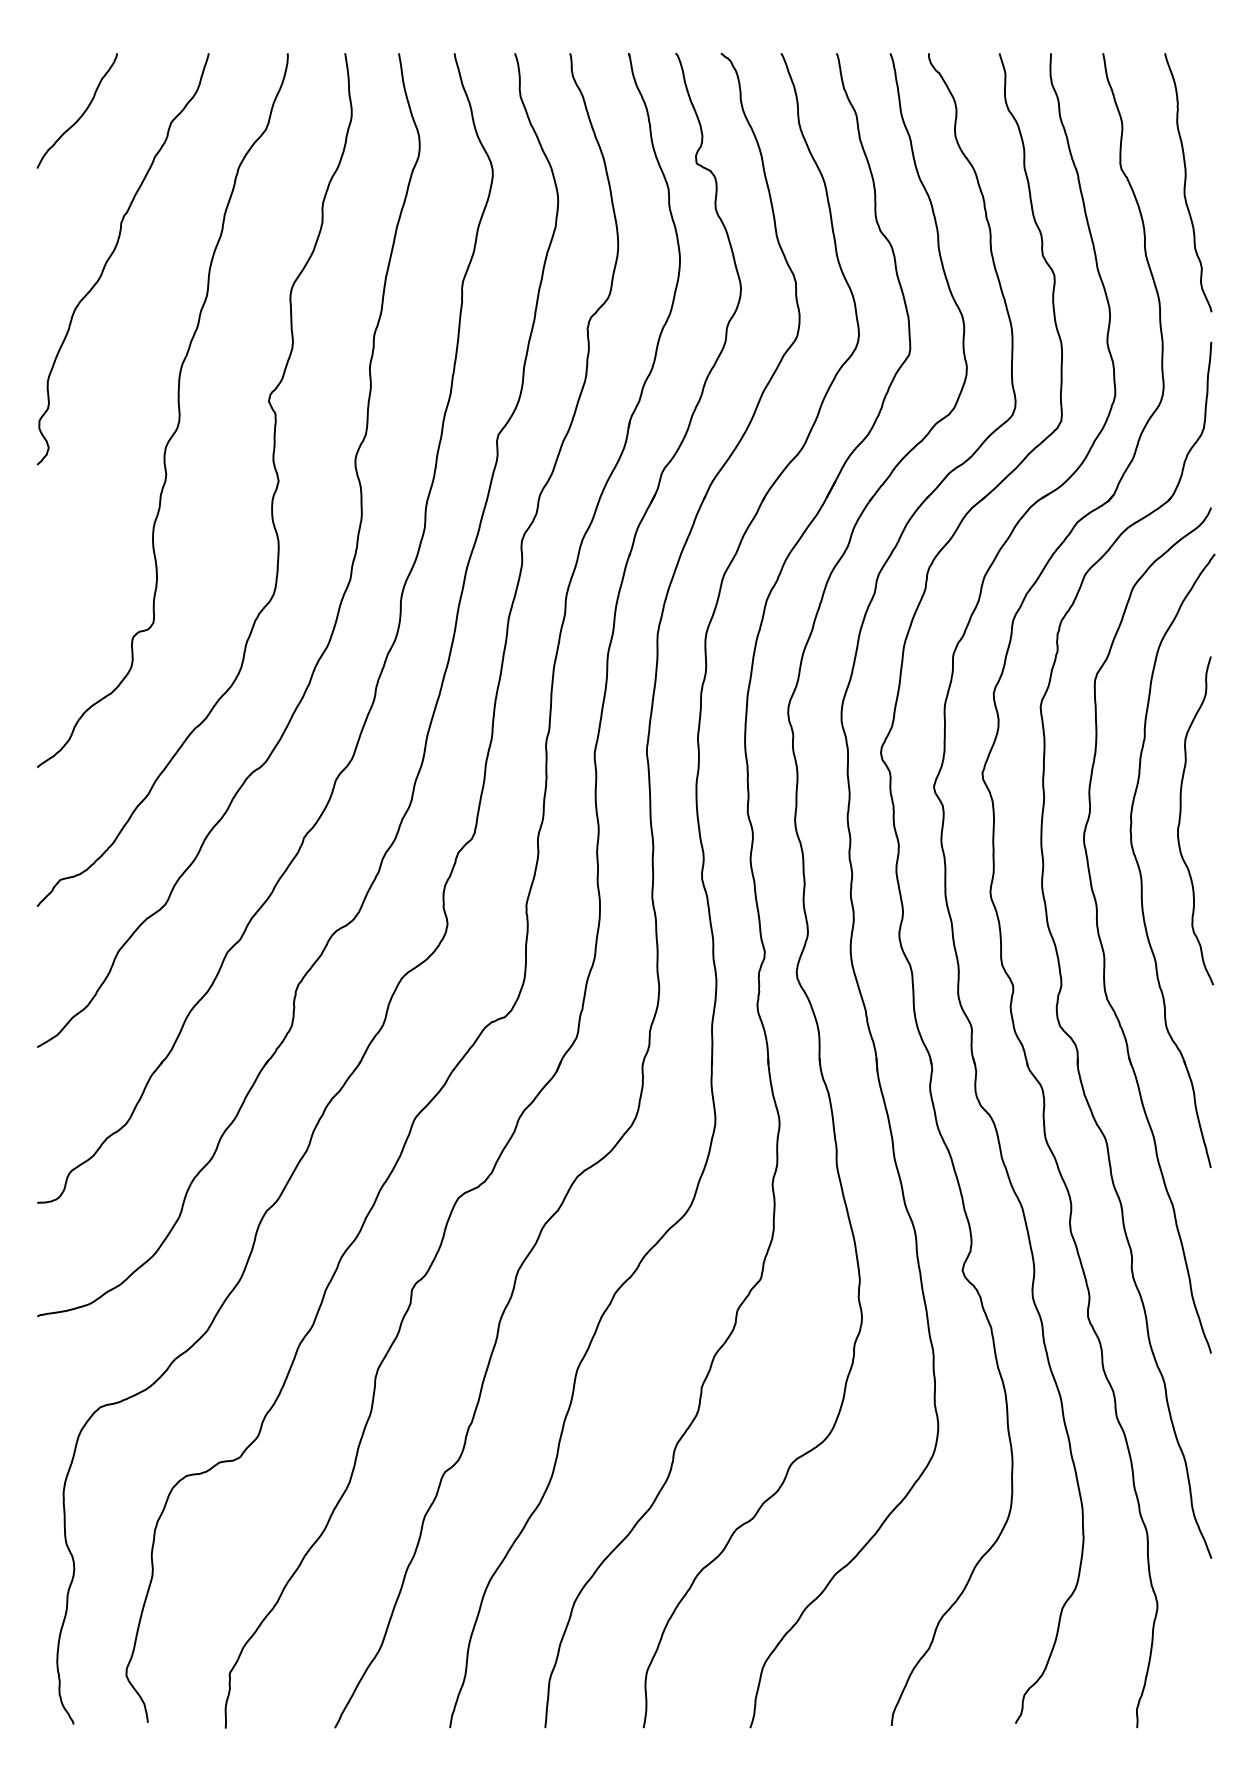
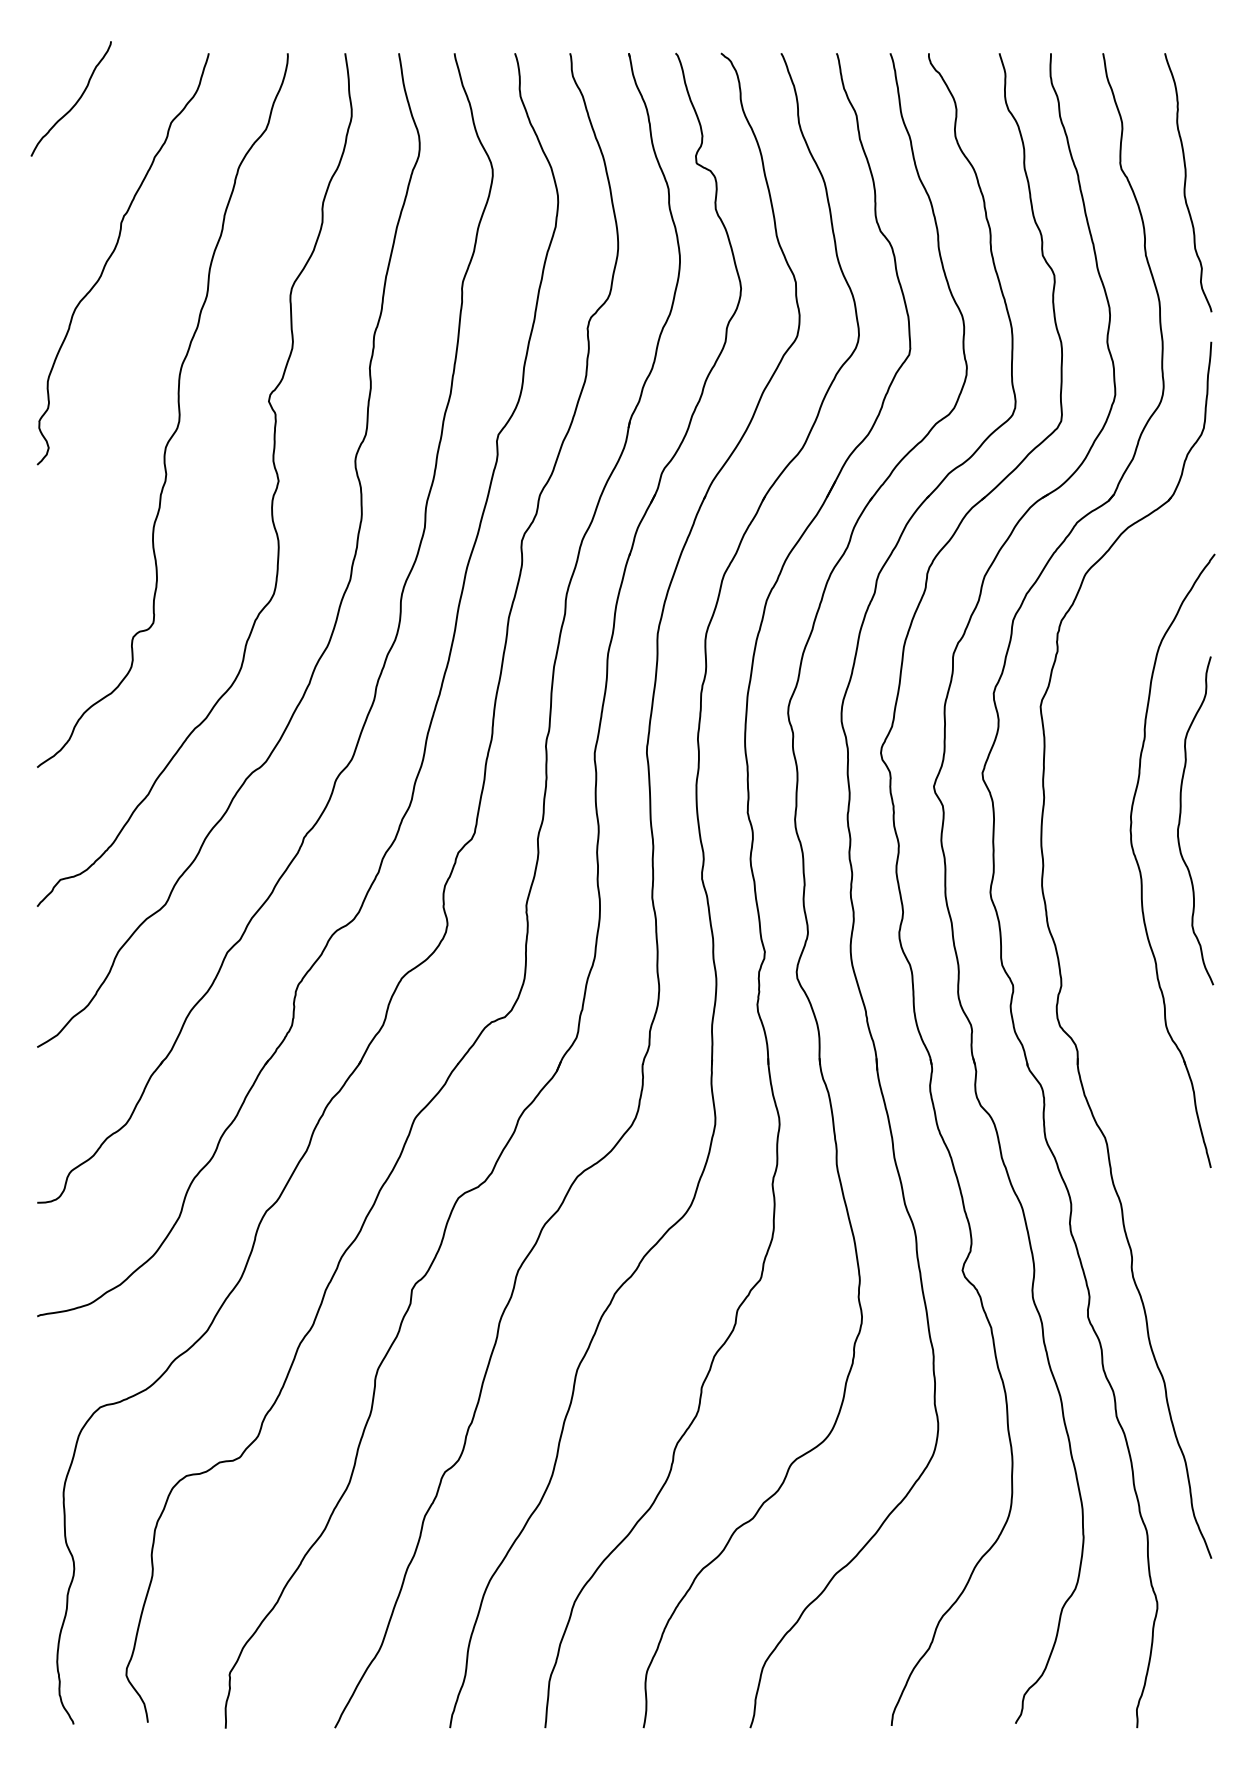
curve at (81, 114) position: (81, 114) -> (75, 102)
part at (1102, 943): present -> none
